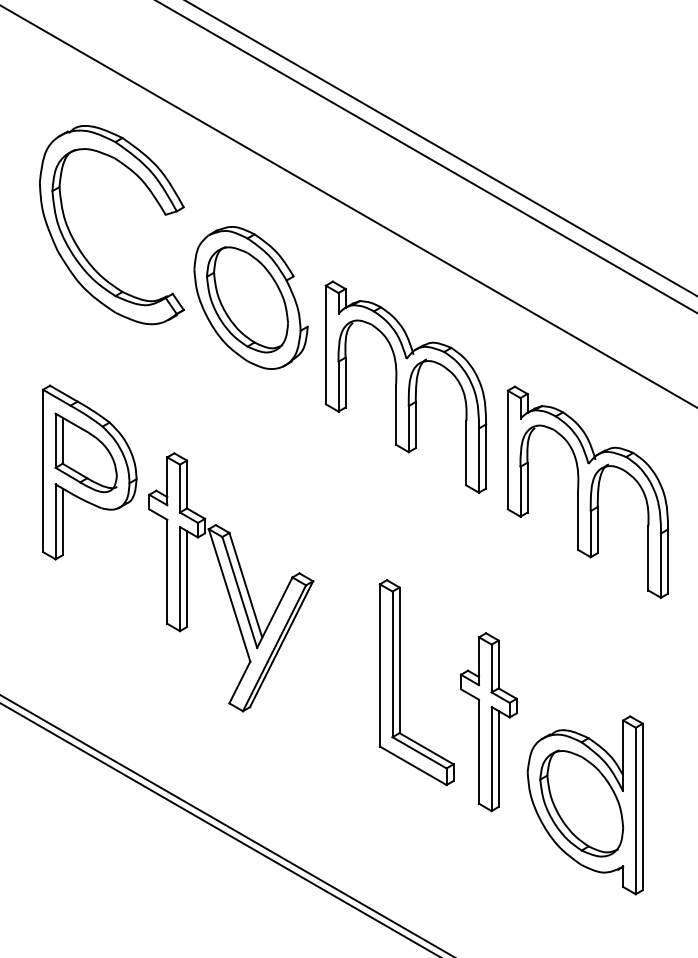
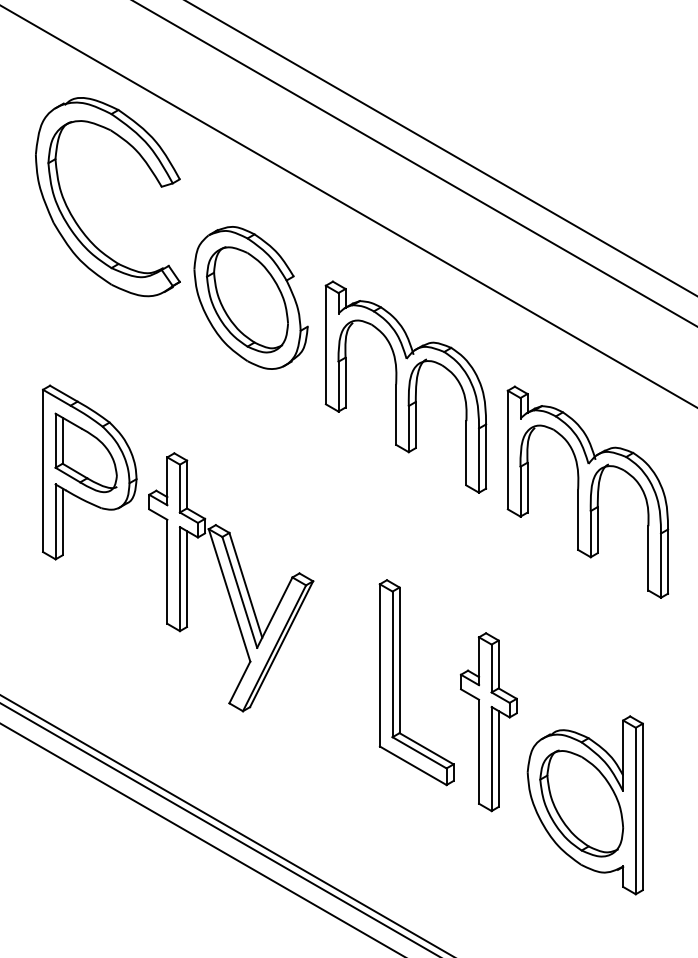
line at (426, 156) position: (426, 156) -> (414, 163)
part at (79, 247) position: (79, 247) -> (75, 219)
line at (201, 839): none -> present
